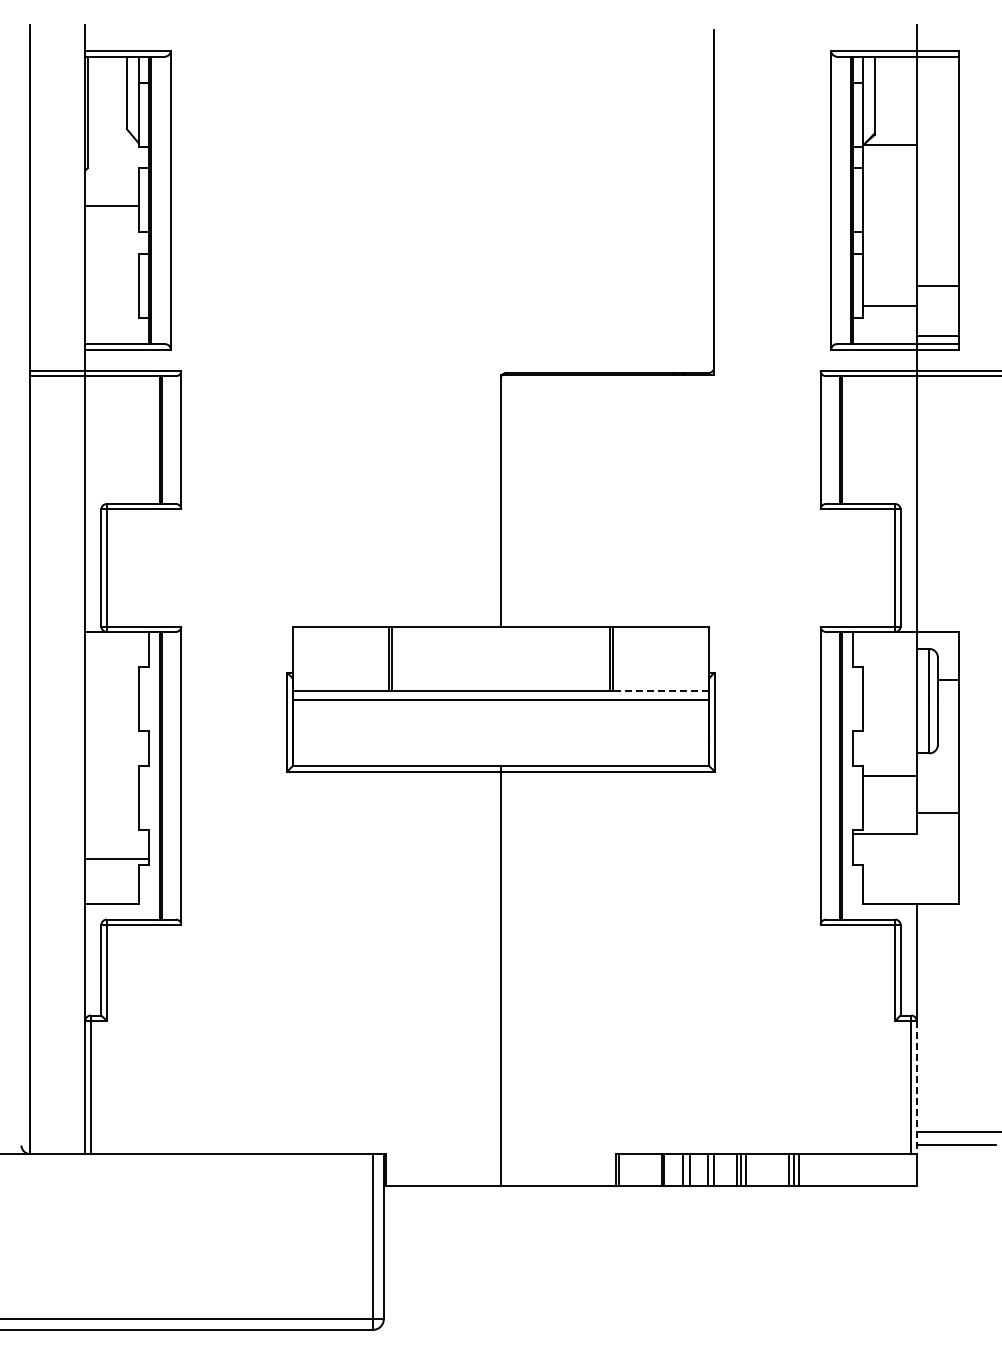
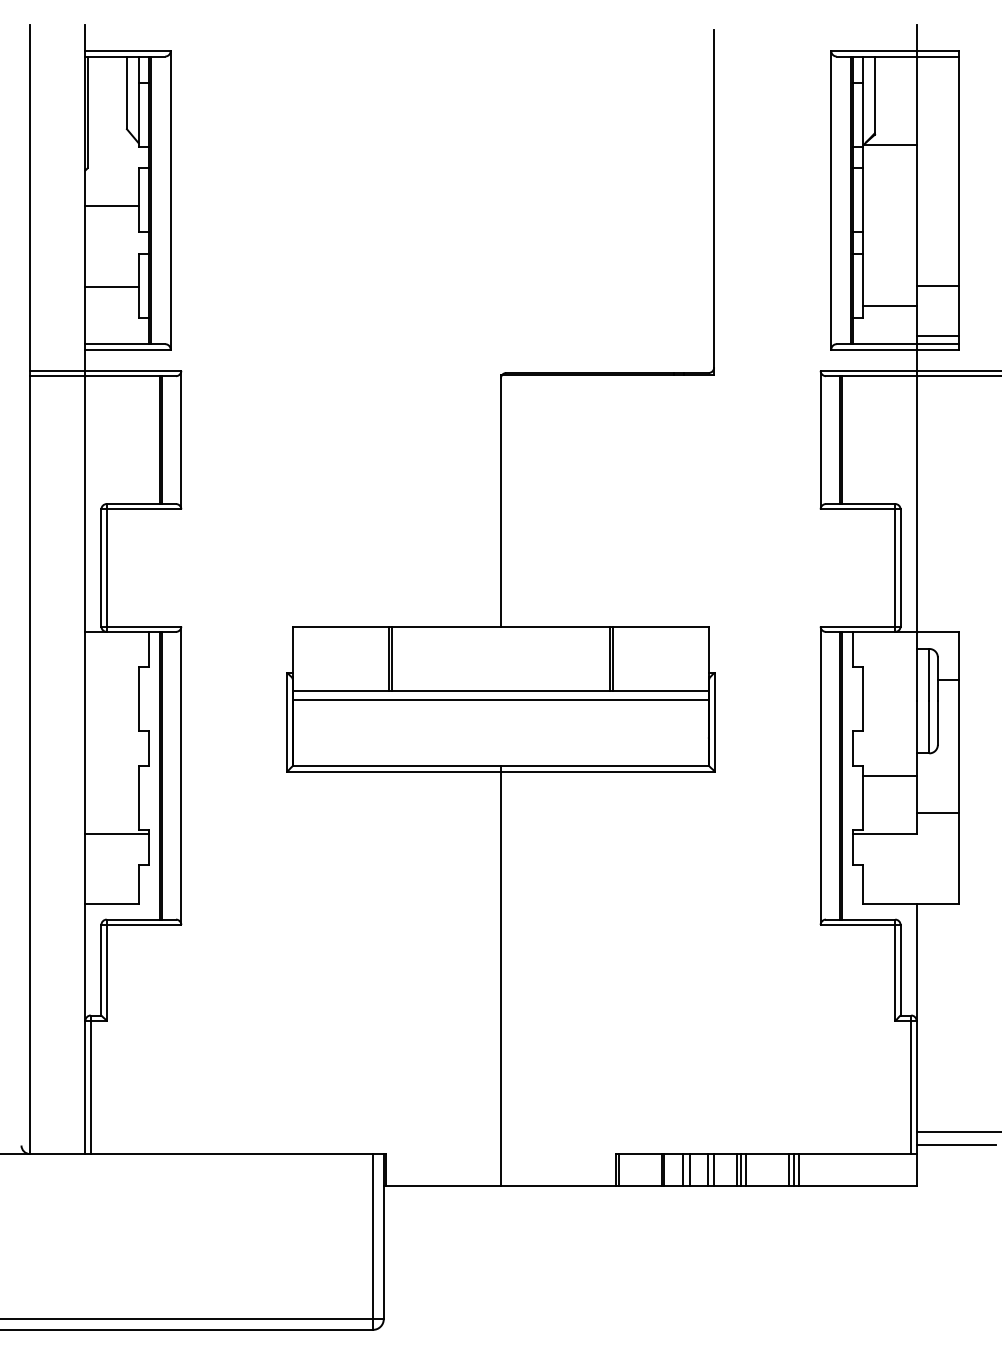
line at (111, 286): none -> present
line at (660, 691): dashed -> solid
line at (117, 859) position: (117, 859) -> (117, 834)
line at (916, 1087): dashed -> solid
